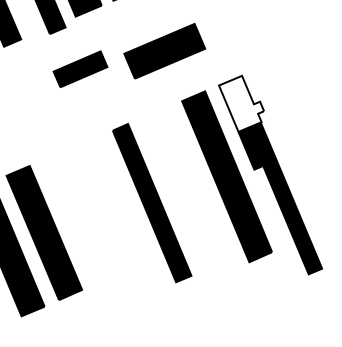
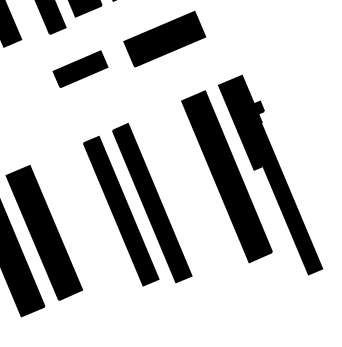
part at (164, 51) position: (164, 51) -> (164, 39)
fill at (241, 103): none -> present
part at (121, 210): none -> present
